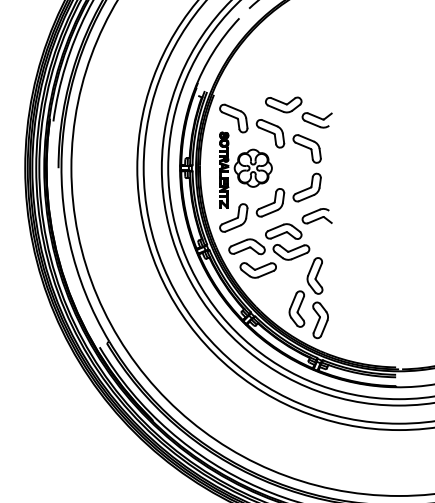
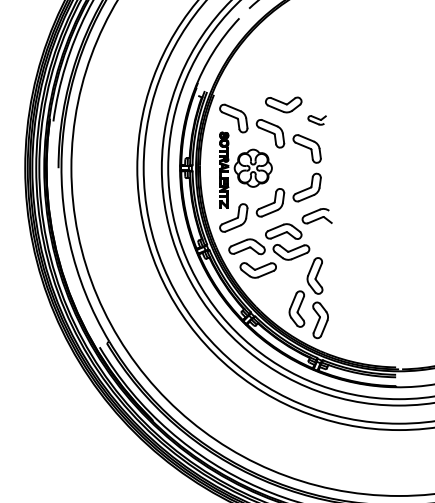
part at (316, 120) size: 32x17 px -> 20x11 px
